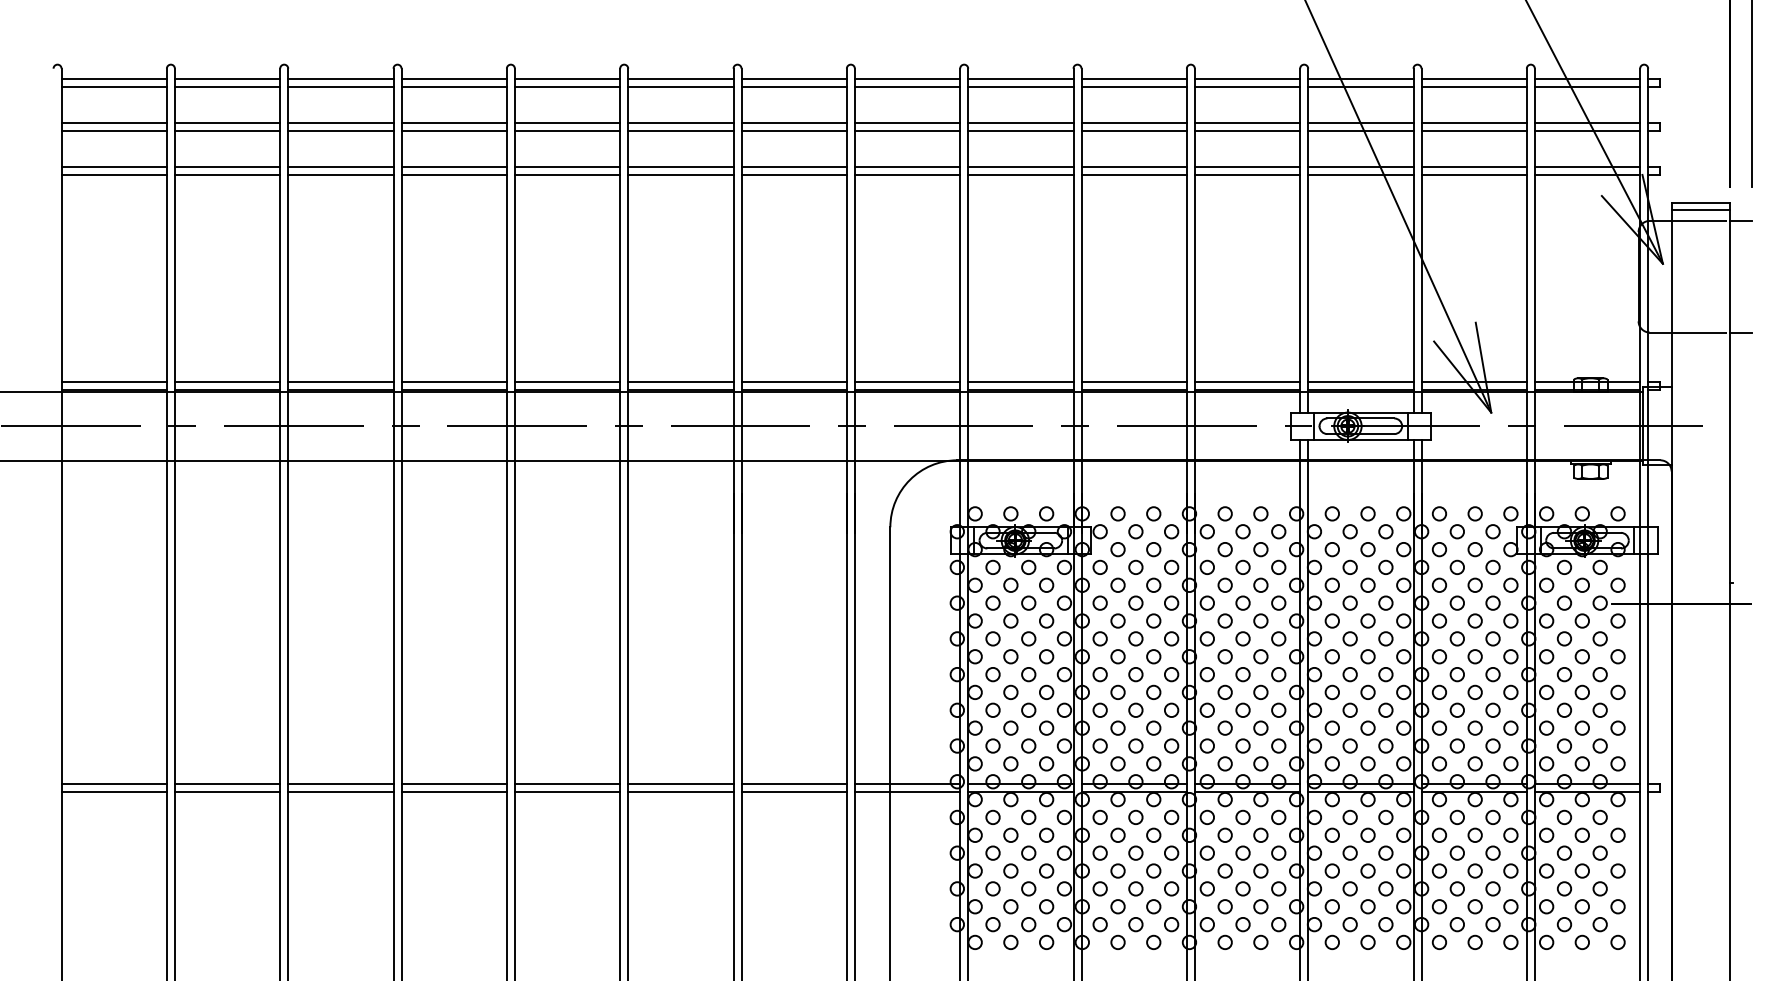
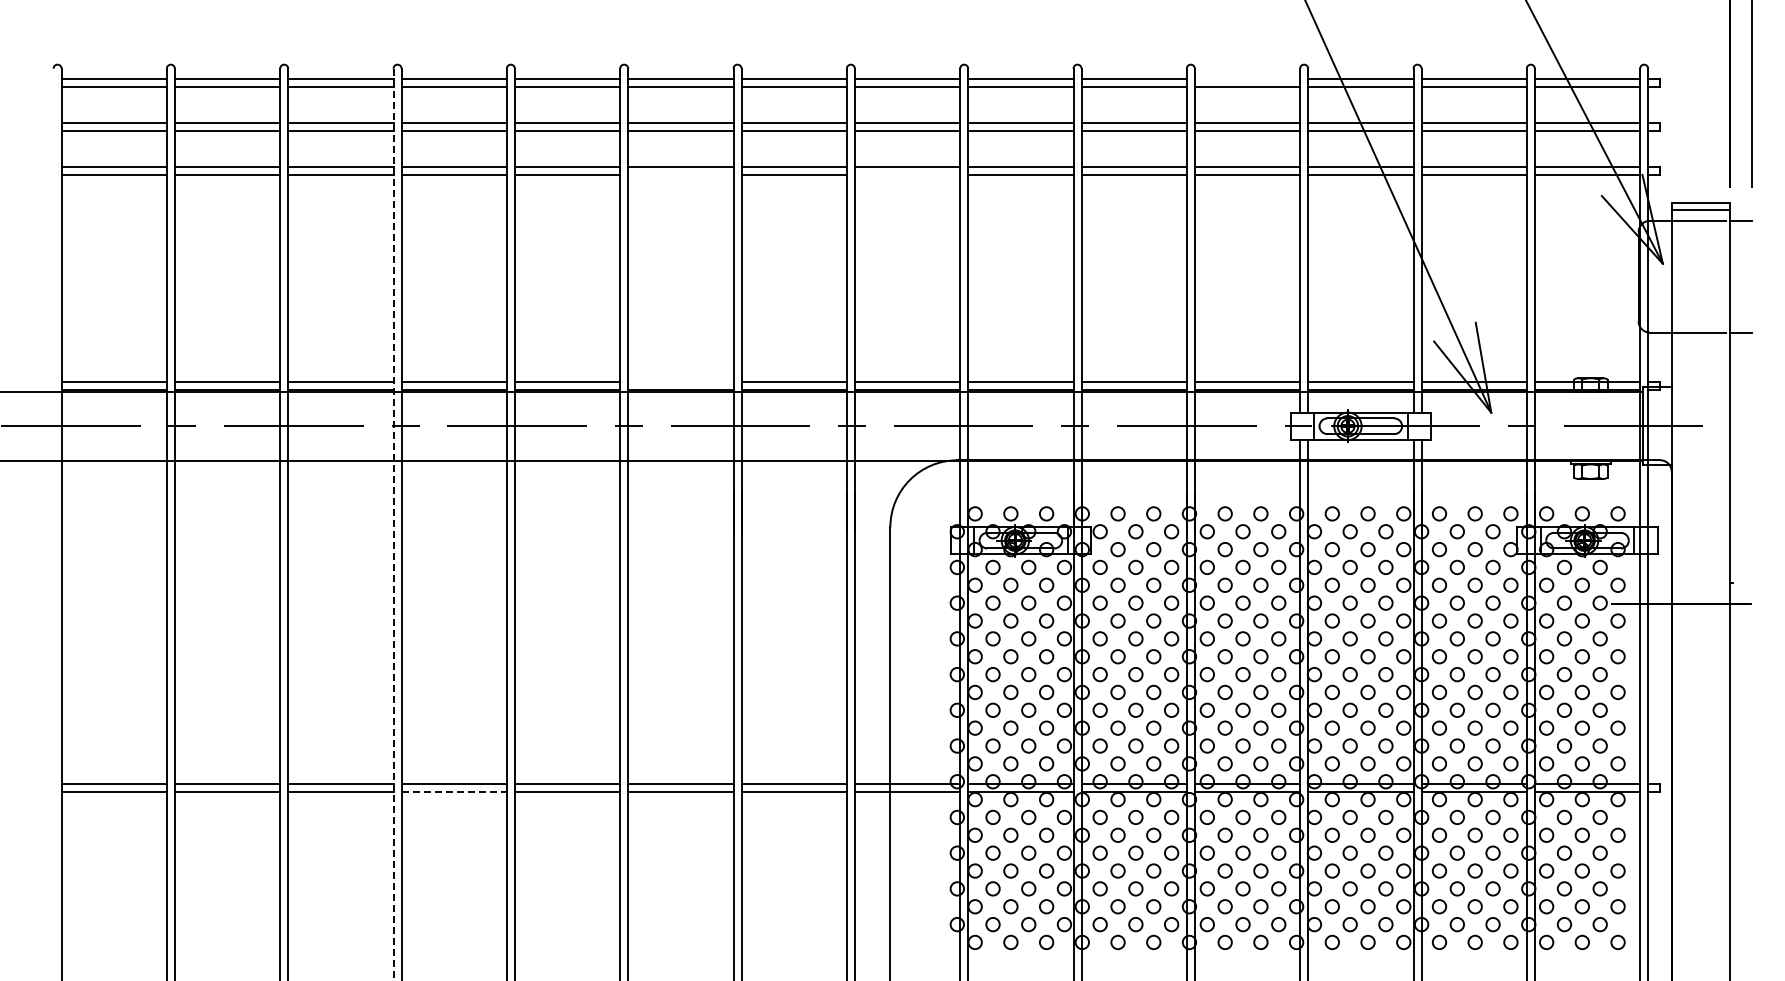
line at (1247, 79): present -> none
line at (680, 174): present -> none
line at (907, 174): present -> none
line at (680, 382): present -> none
line at (393, 524): solid -> dashed
line at (454, 792): solid -> dashed
